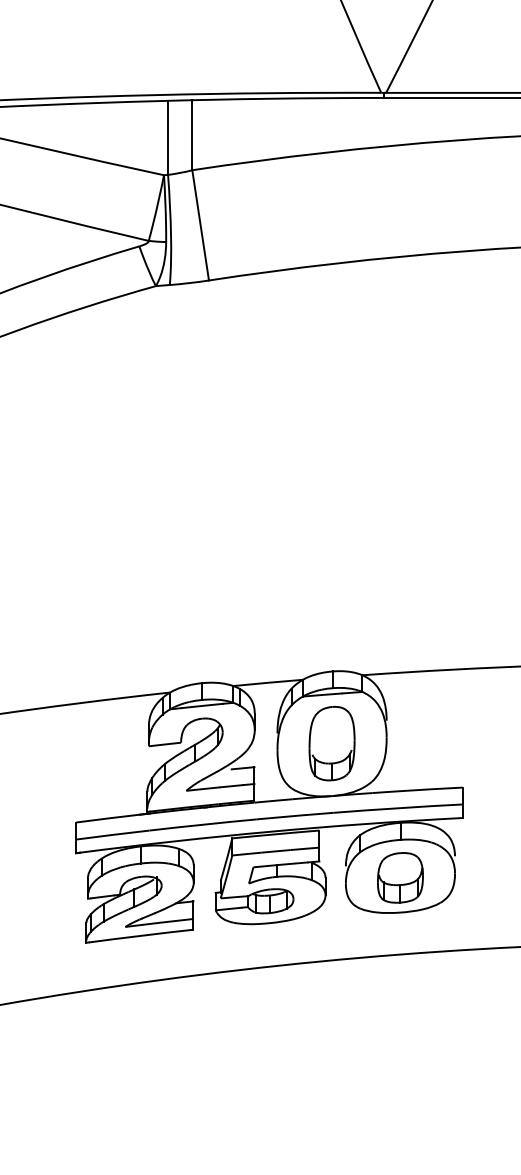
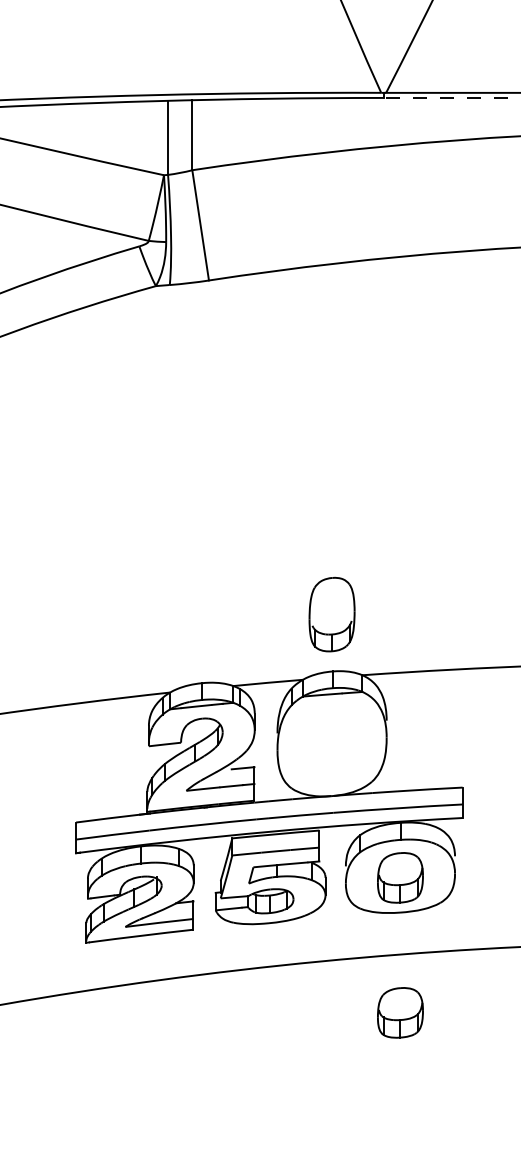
line at (451, 97): solid -> dashed
part at (331, 743) position: (331, 743) -> (331, 614)
part at (400, 1012): none -> present
